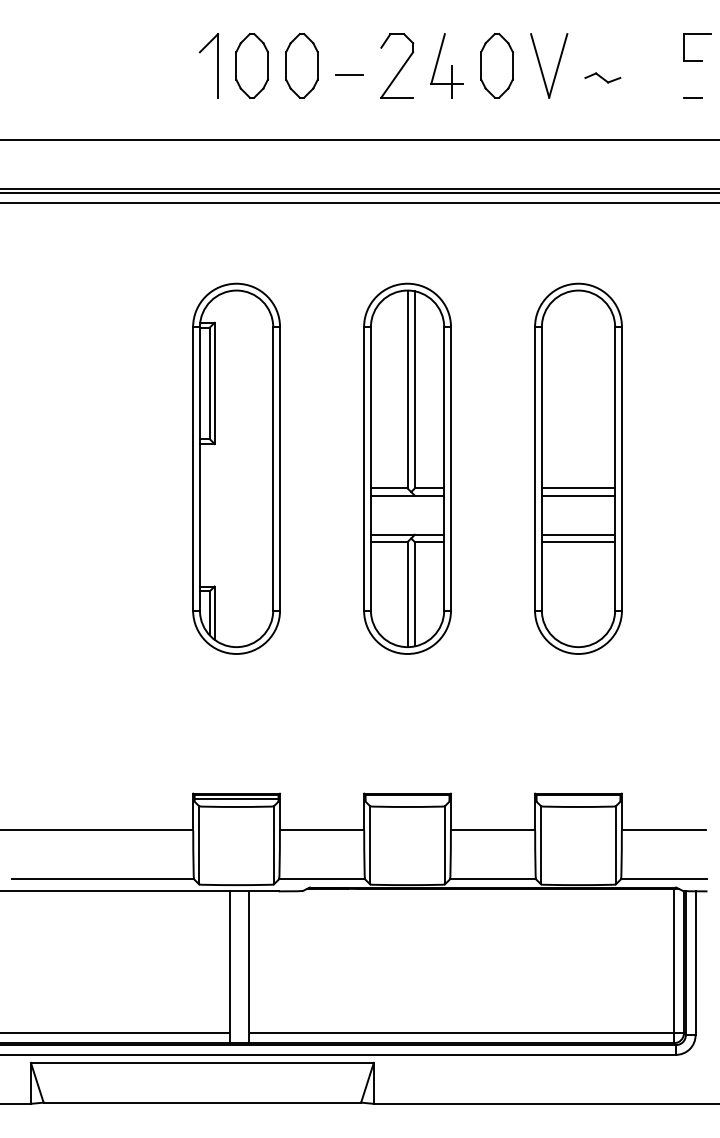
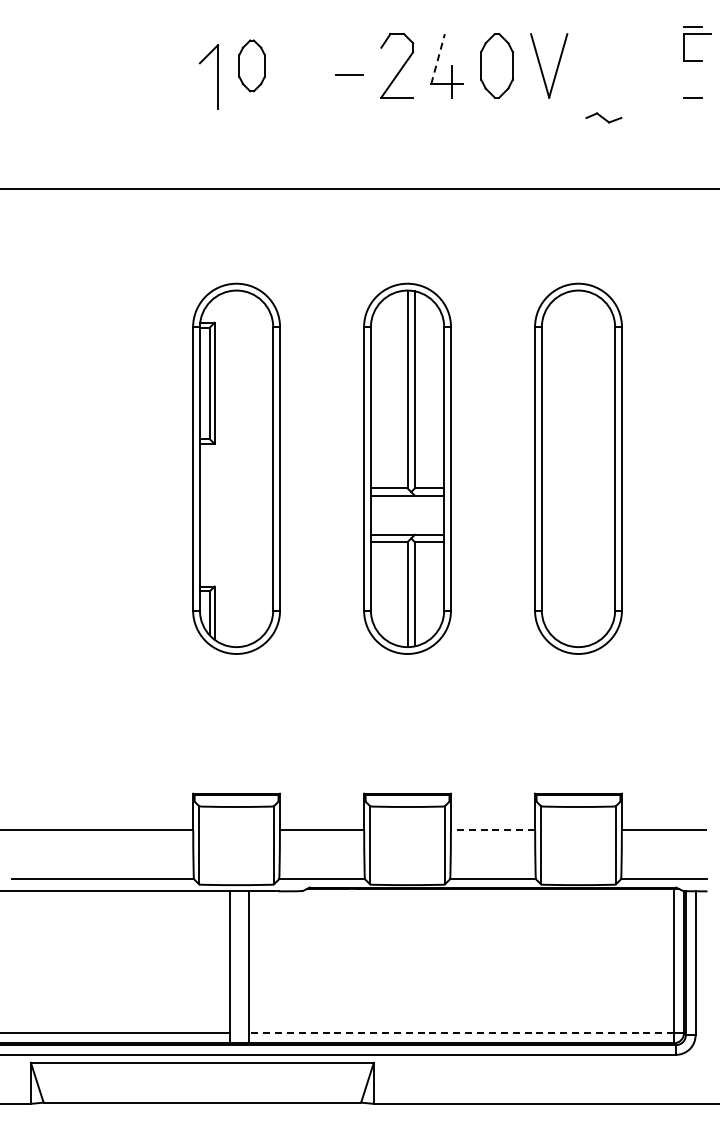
line at (692, 26): none -> present
line at (438, 59): solid -> dashed
part at (217, 65) position: (217, 65) -> (217, 76)
part at (251, 65) size: 34x66 px -> 28x54 px
part at (301, 65): present -> none
part at (602, 77) position: (602, 77) -> (603, 117)
line at (359, 139): present -> none
line at (359, 192): present -> none
line at (359, 202): present -> none
line at (578, 488): present -> none
line at (578, 495): present -> none
line at (578, 534): present -> none
line at (578, 542): present -> none
line at (236, 798): present -> none
line at (492, 830): solid -> dashed
line at (461, 1033): solid -> dashed
